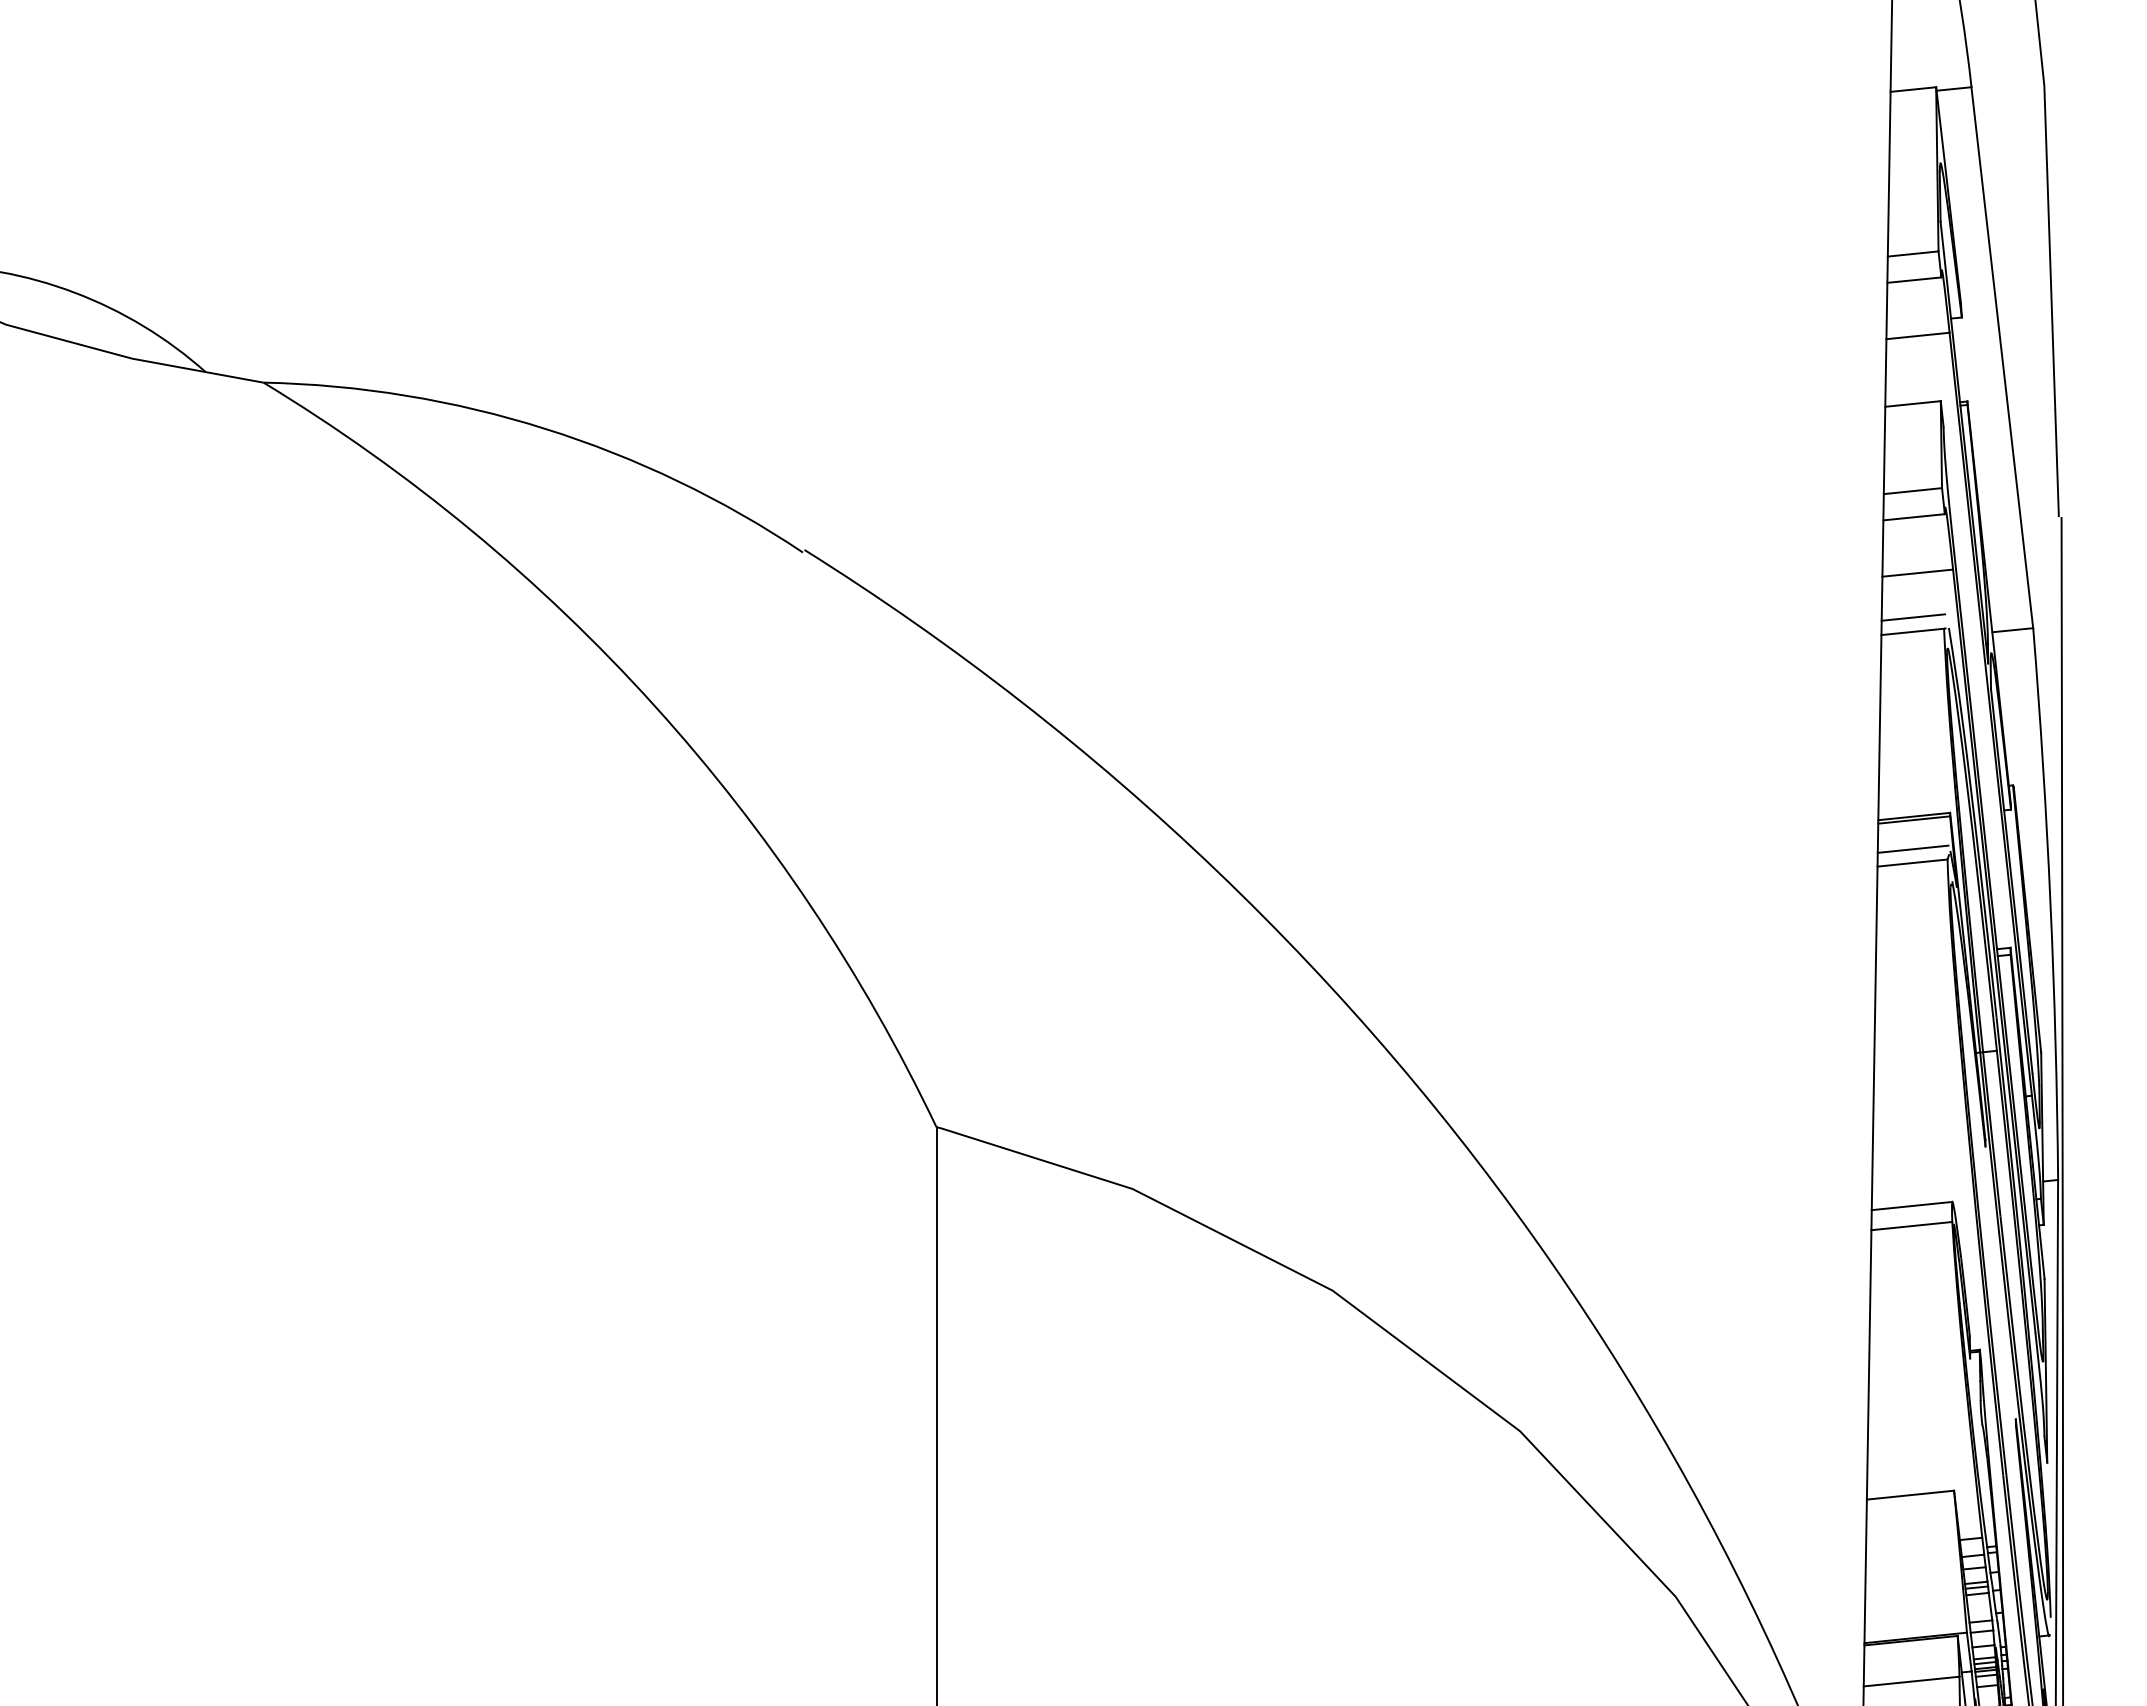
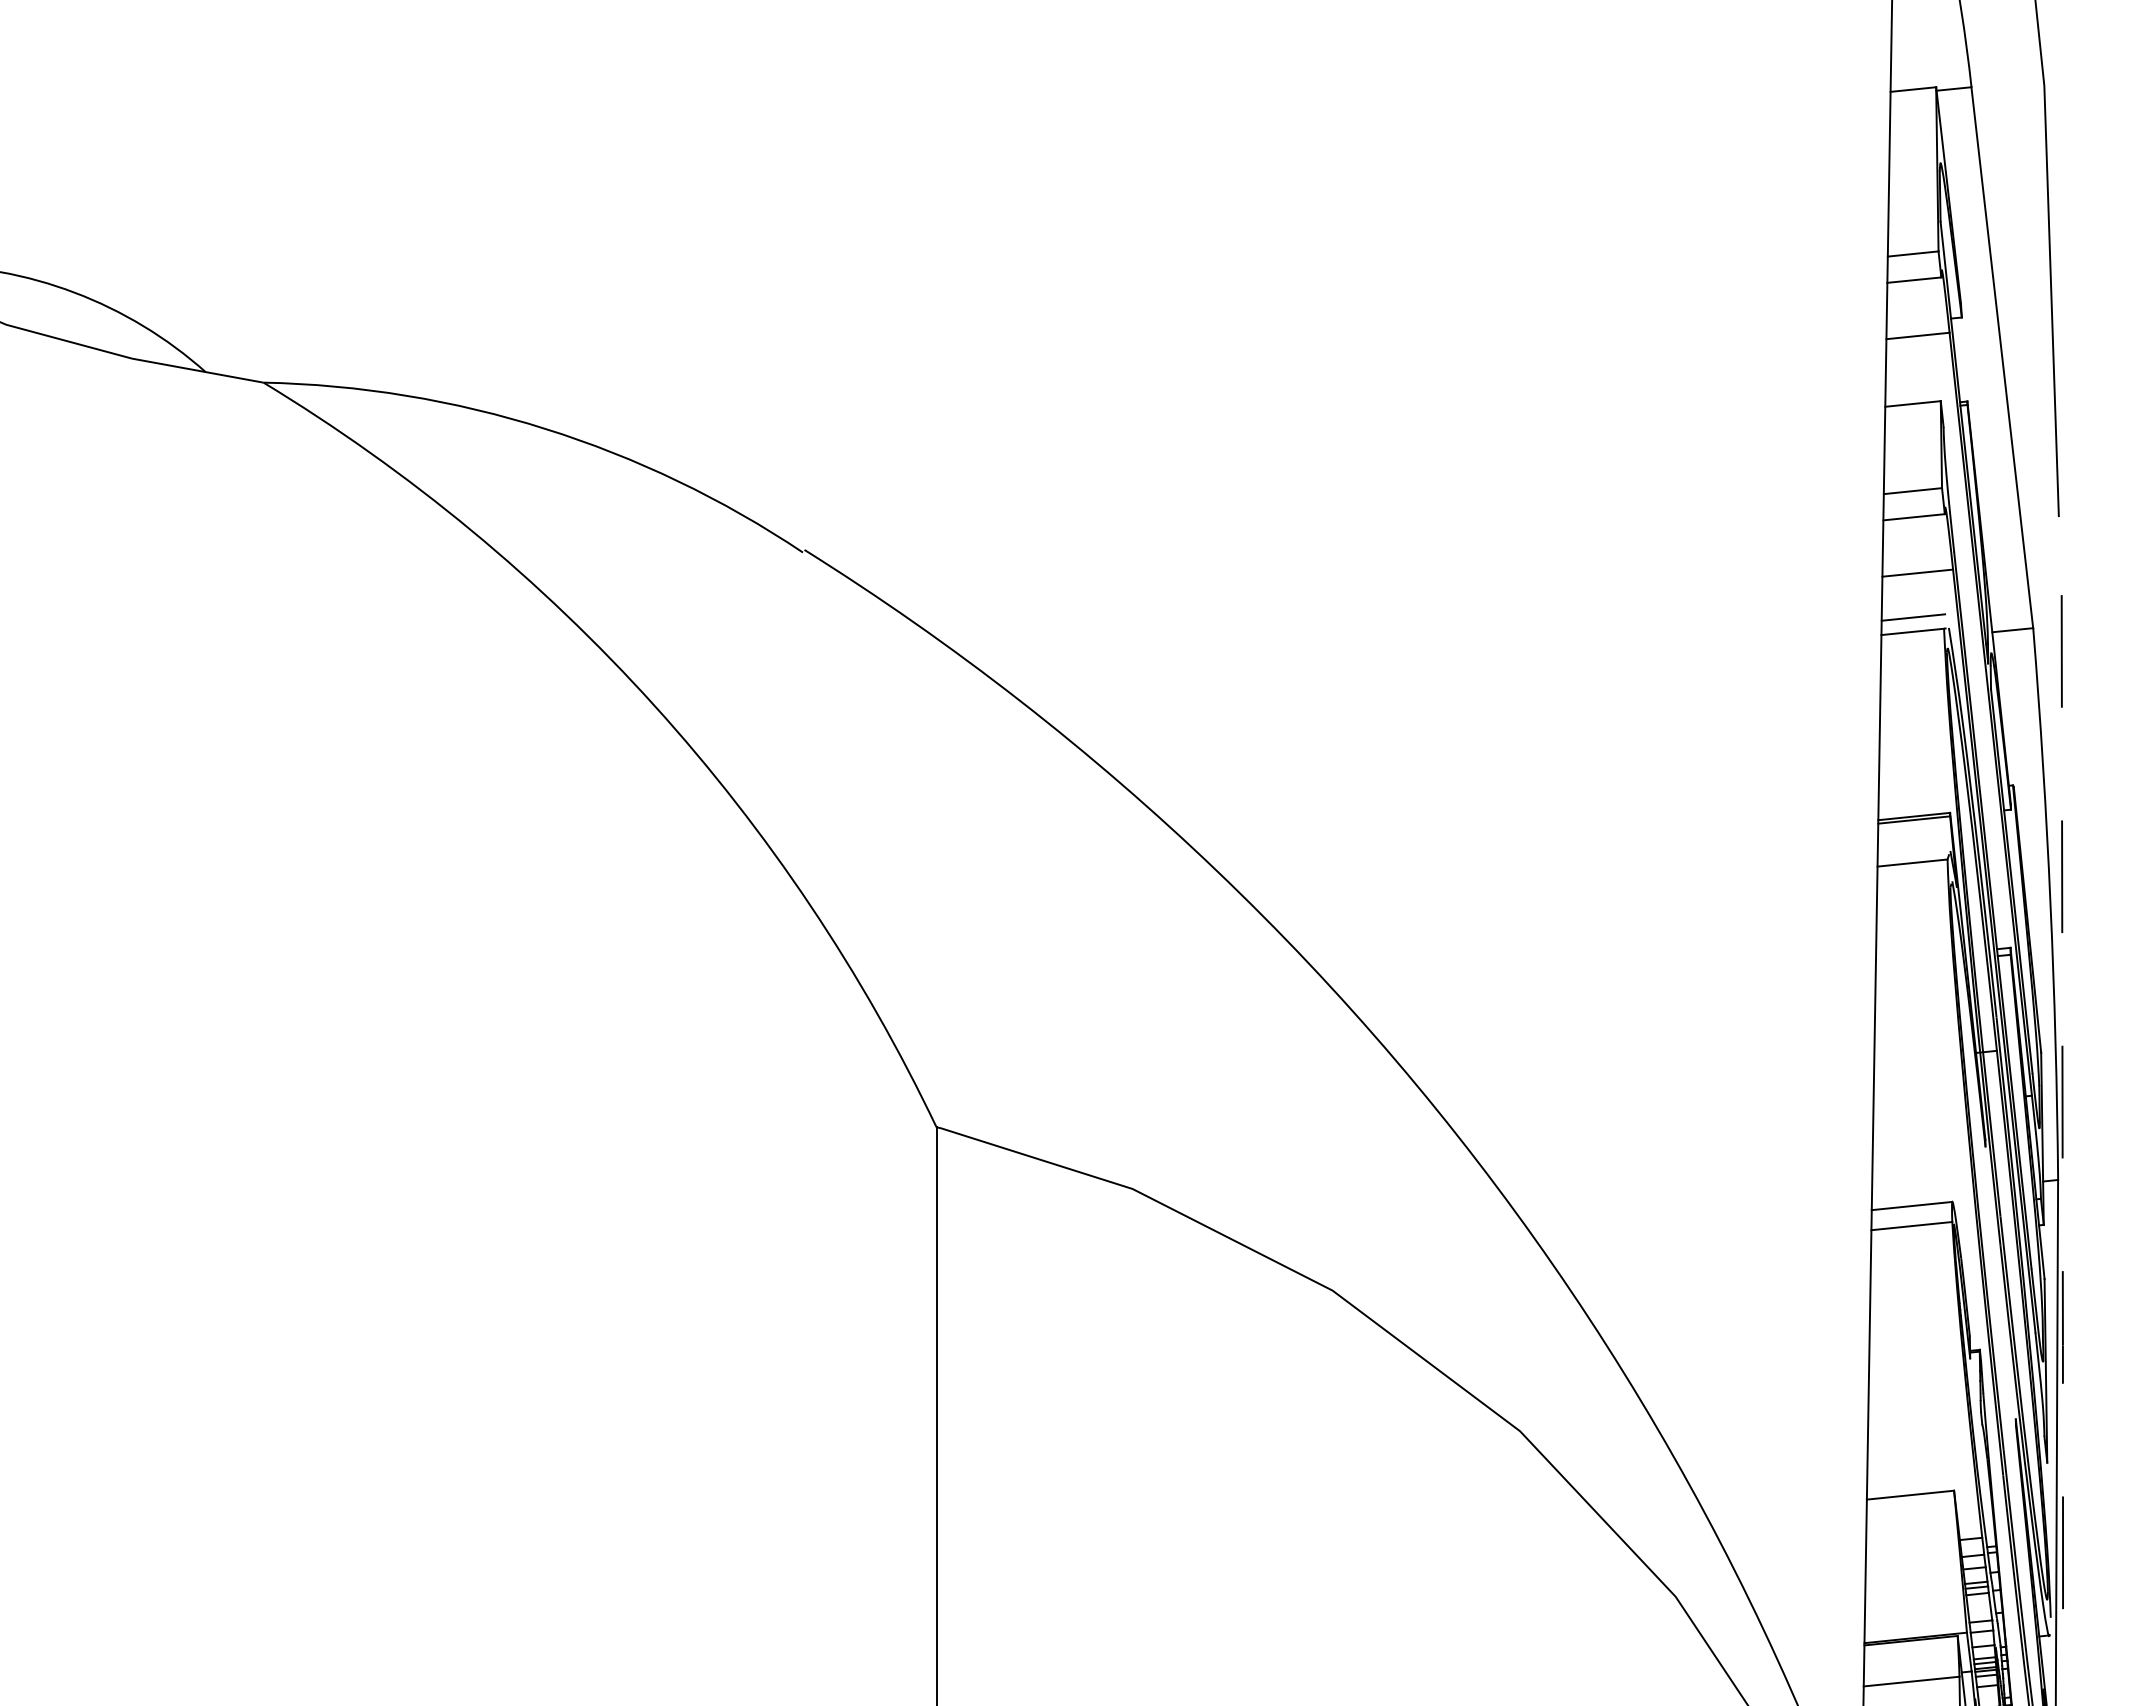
line at (1912, 848): present -> none
line at (2062, 1111): solid -> dashed
